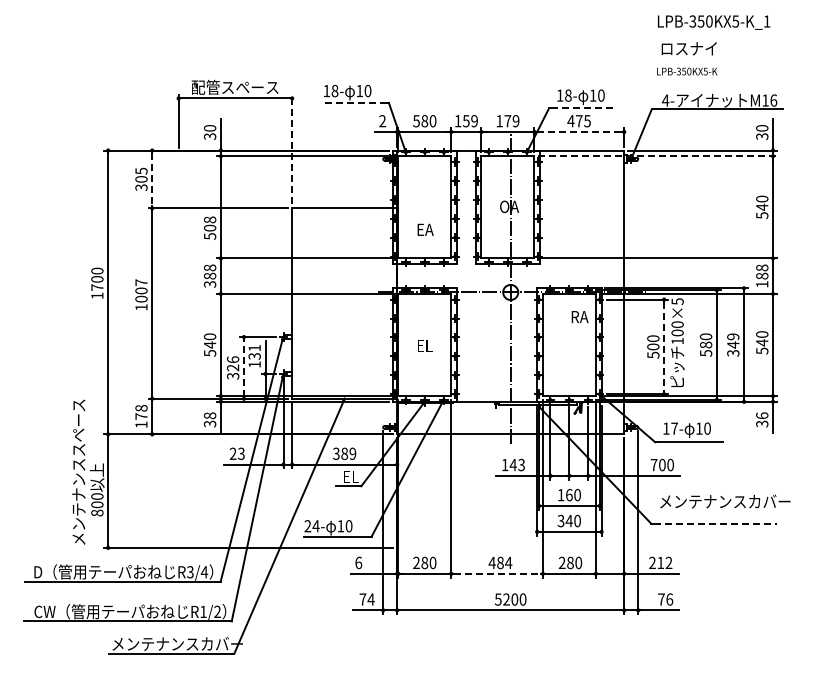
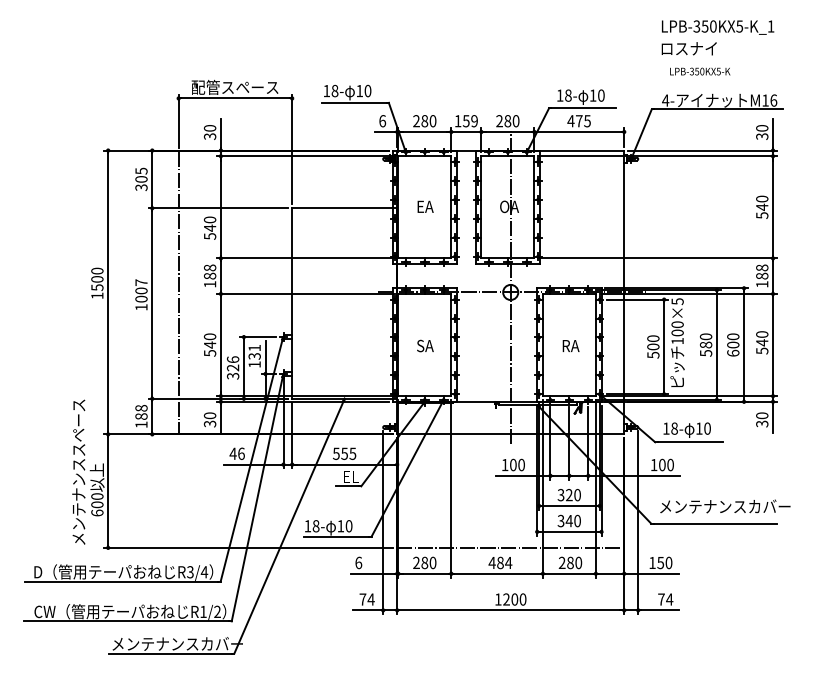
text at (714, 22) position: (714, 22) -> (718, 27)
text at (687, 71) position: (687, 71) -> (700, 71)
line at (354, 102): dashed -> solid
line at (583, 108): dashed -> solid
text at (382, 121): 2 -> 6
text at (416, 121): 580 -> 280
text at (507, 121): 179 -> 280
line at (579, 131): dashed -> solid
line at (292, 149): dashed -> solid
line at (658, 156): dashed -> solid
line at (152, 179): dashed -> solid
text at (209, 223): 508 -> 540
text at (425, 229) position: (425, 229) -> (425, 206)
text at (209, 284): 388 -> 188
text at (97, 287): 1700 -> 1500
line at (178, 292): none -> present
text at (579, 316) position: (579, 316) -> (570, 345)
text at (733, 344): 349 -> 600
text at (425, 345): EL -> SA
line at (664, 347): dashed -> solid
line at (243, 367): dashed -> solid
text at (209, 415): 38 -> 30
text at (762, 415): 36 -> 30
text at (141, 416): 178 -> 188
text at (674, 428): 17- -> 18-
text at (236, 453): 23 -> 46
text at (344, 453): 389 -> 555
text at (516, 464): 143 -> 100
text at (653, 465): 700 -> 100
text at (564, 495): 160 -> 320
text at (725, 501) position: (725, 501) -> (725, 506)
text at (97, 512): 800 -> 600
line at (715, 523): dashed -> solid
text at (311, 526): 24- -> 18-
line at (510, 547): none -> present
text at (660, 562): 212 -> 150
line at (497, 573): dashed -> solid
text at (497, 599): 5200 -> 1200
text at (669, 599): 76 -> 74
